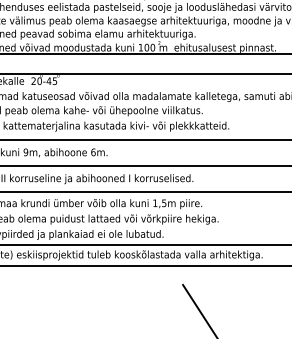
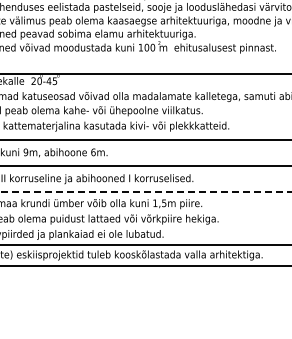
line at (145, 54): present -> none
line at (146, 192): solid -> dashed
line at (199, 309): present -> none
